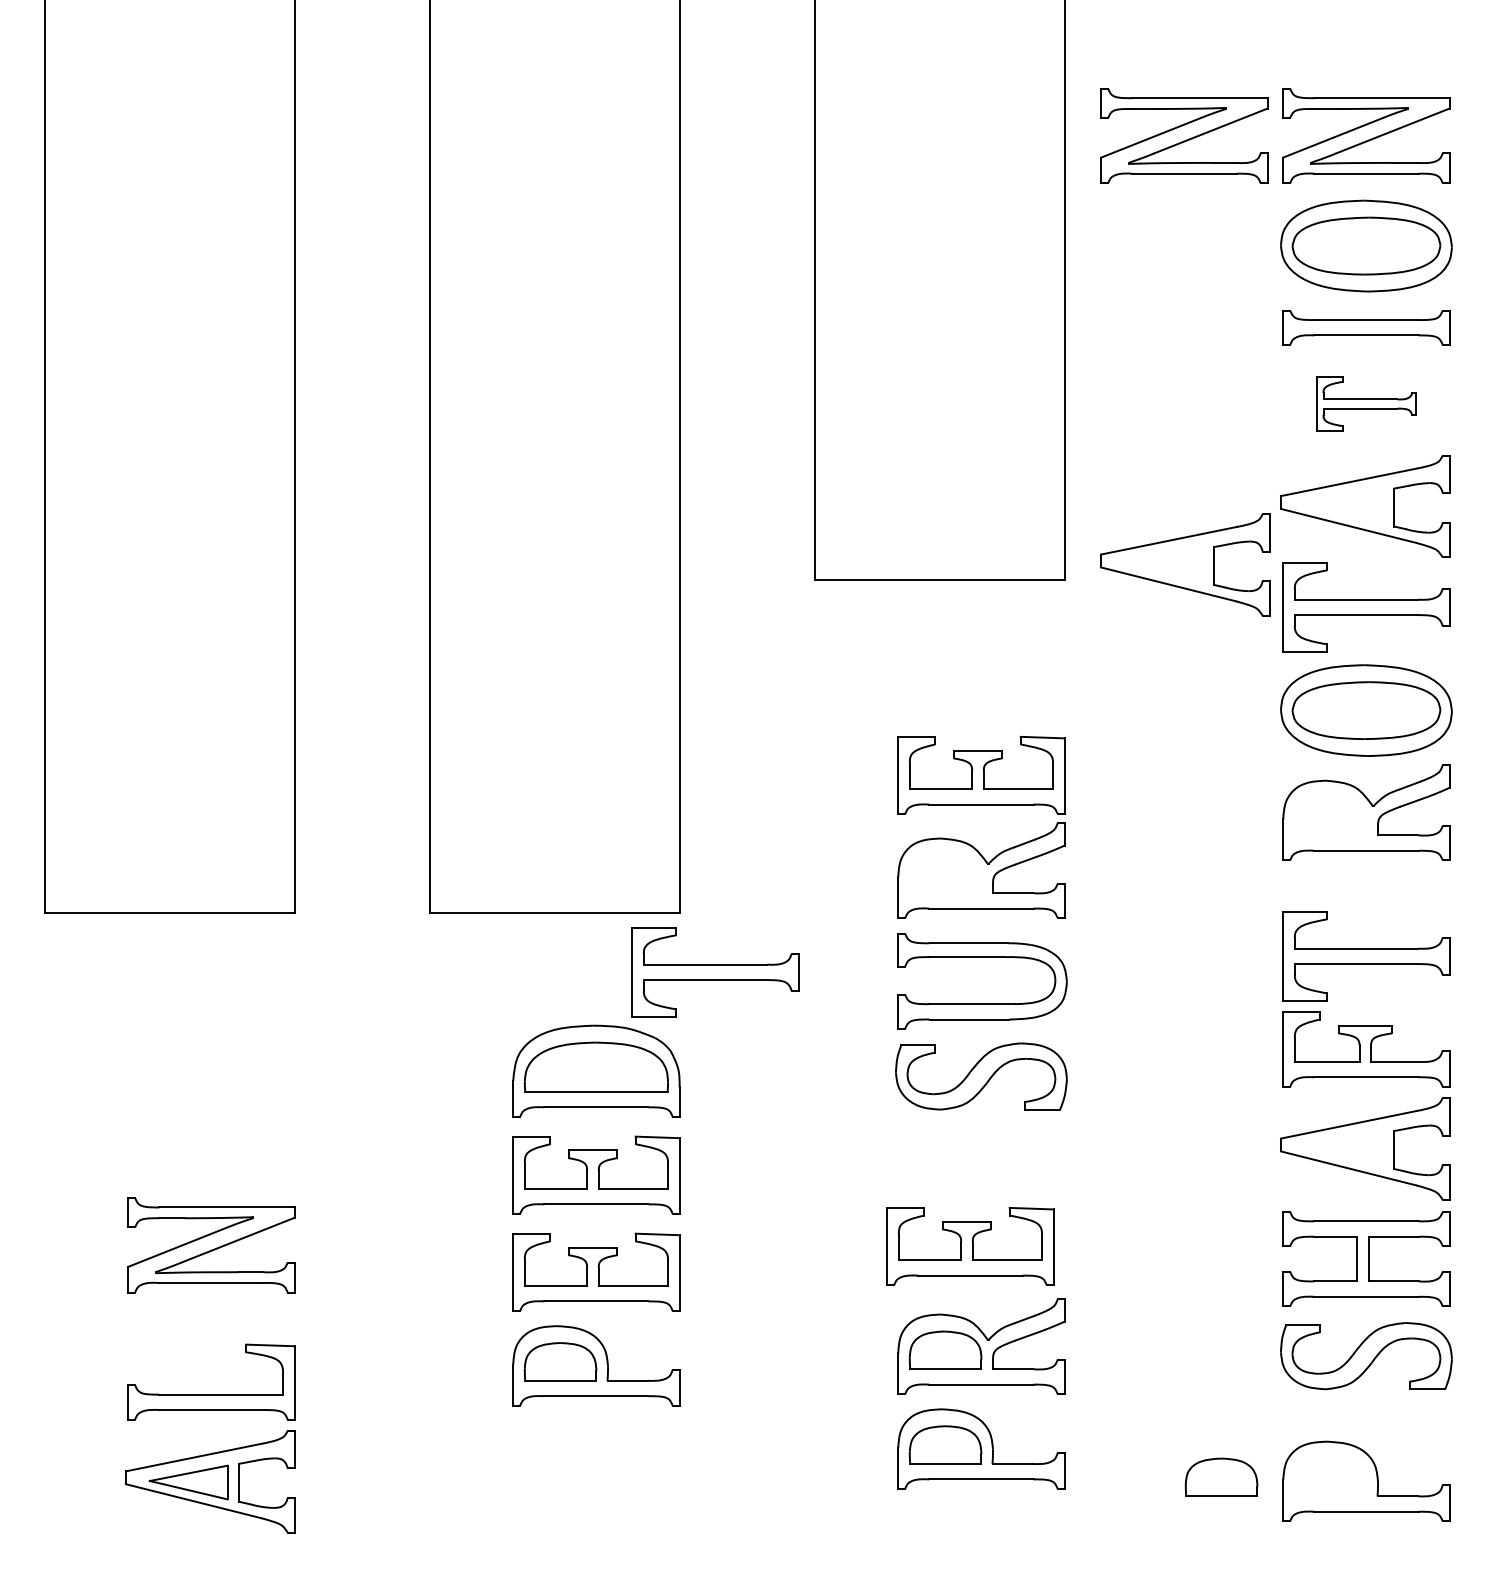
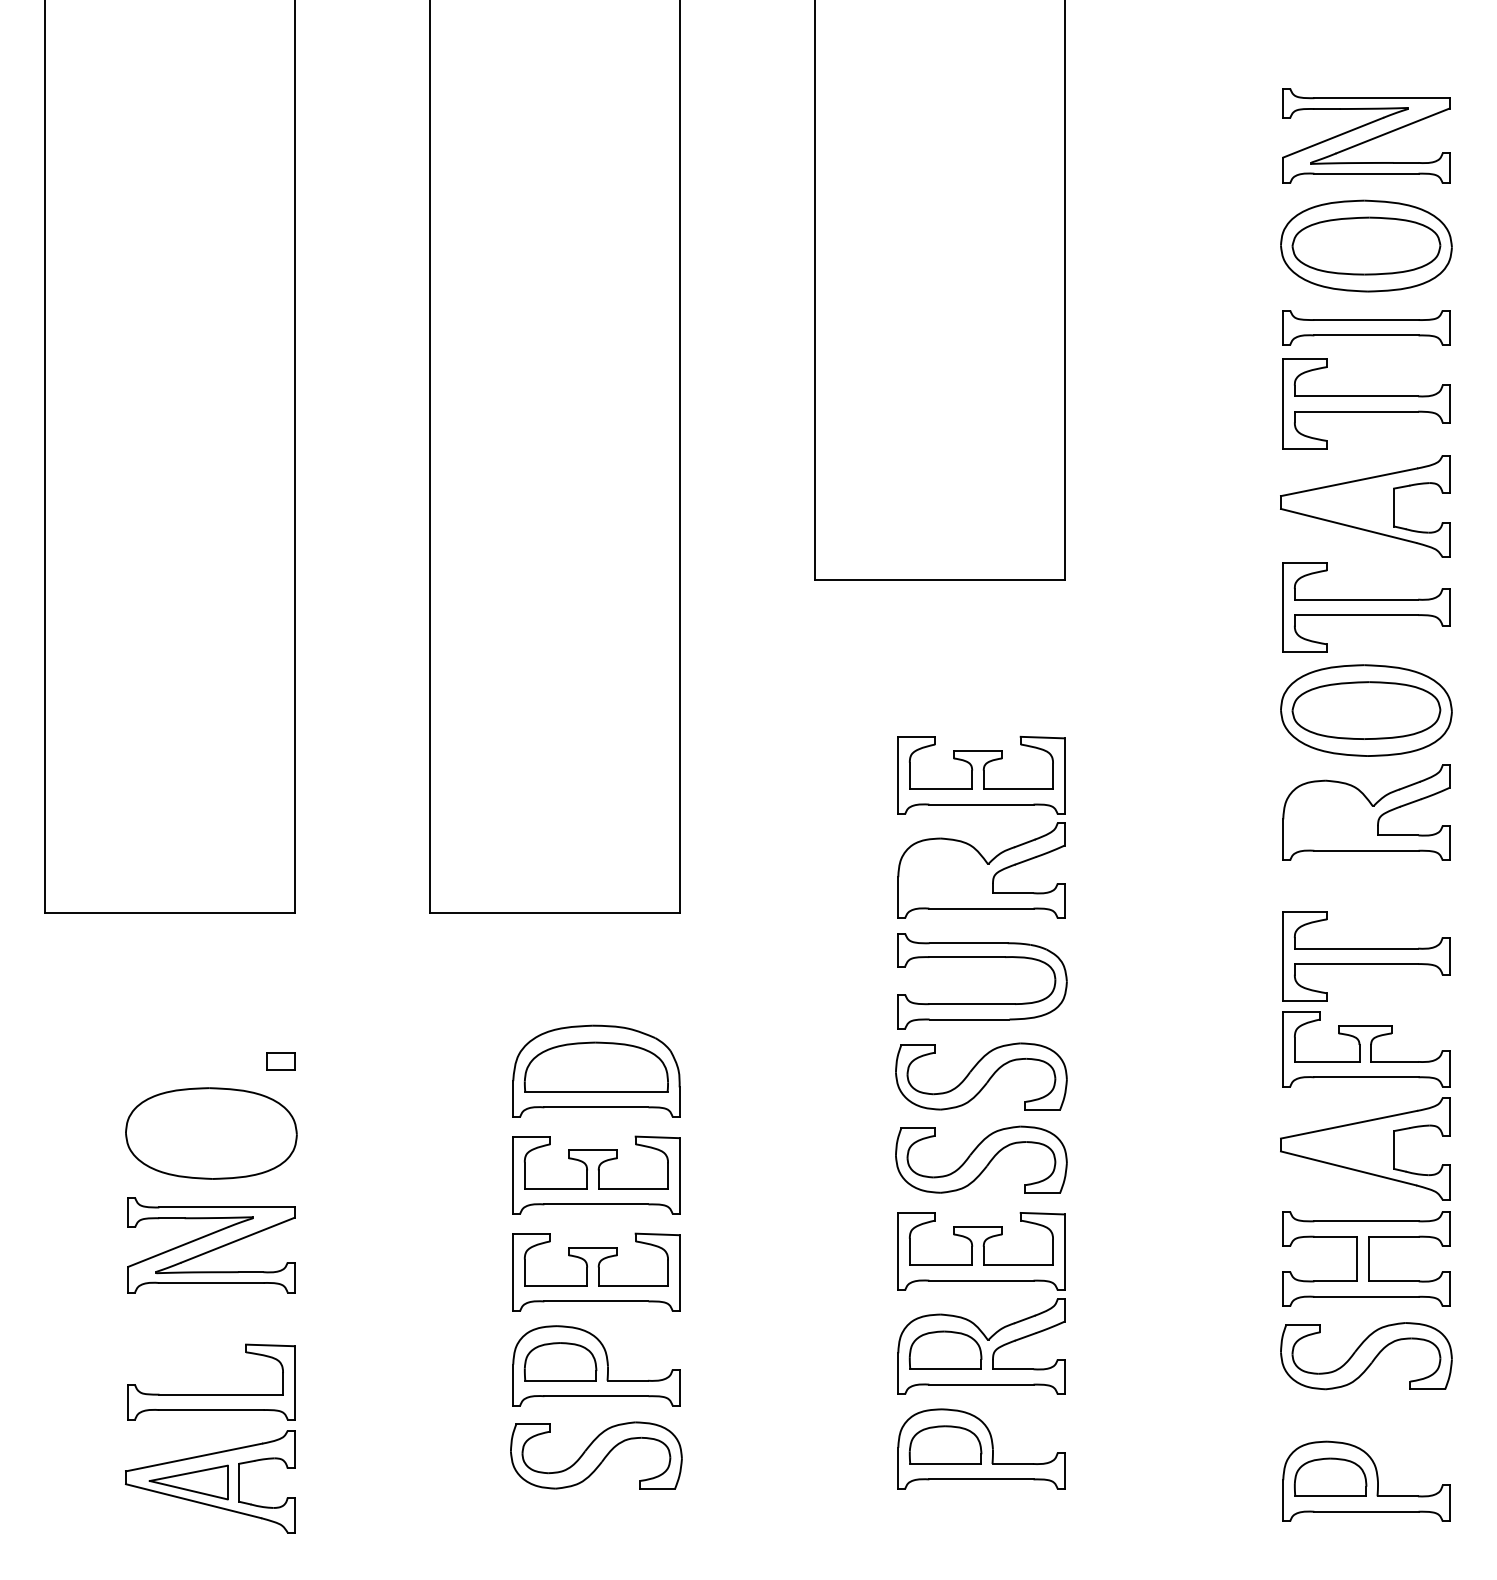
part at (1184, 135): present -> none
part at (1366, 403) size: 101x56 px -> 169x92 px
part at (1185, 564): present -> none
part at (715, 972): present -> none
part at (280, 1061): none -> present
part at (211, 1133): none -> present
part at (981, 1159): none -> present
part at (970, 1246) position: (970, 1246) -> (981, 1251)
part at (596, 1455): none -> present
part at (1221, 1476) position: (1221, 1476) -> (1330, 1476)
